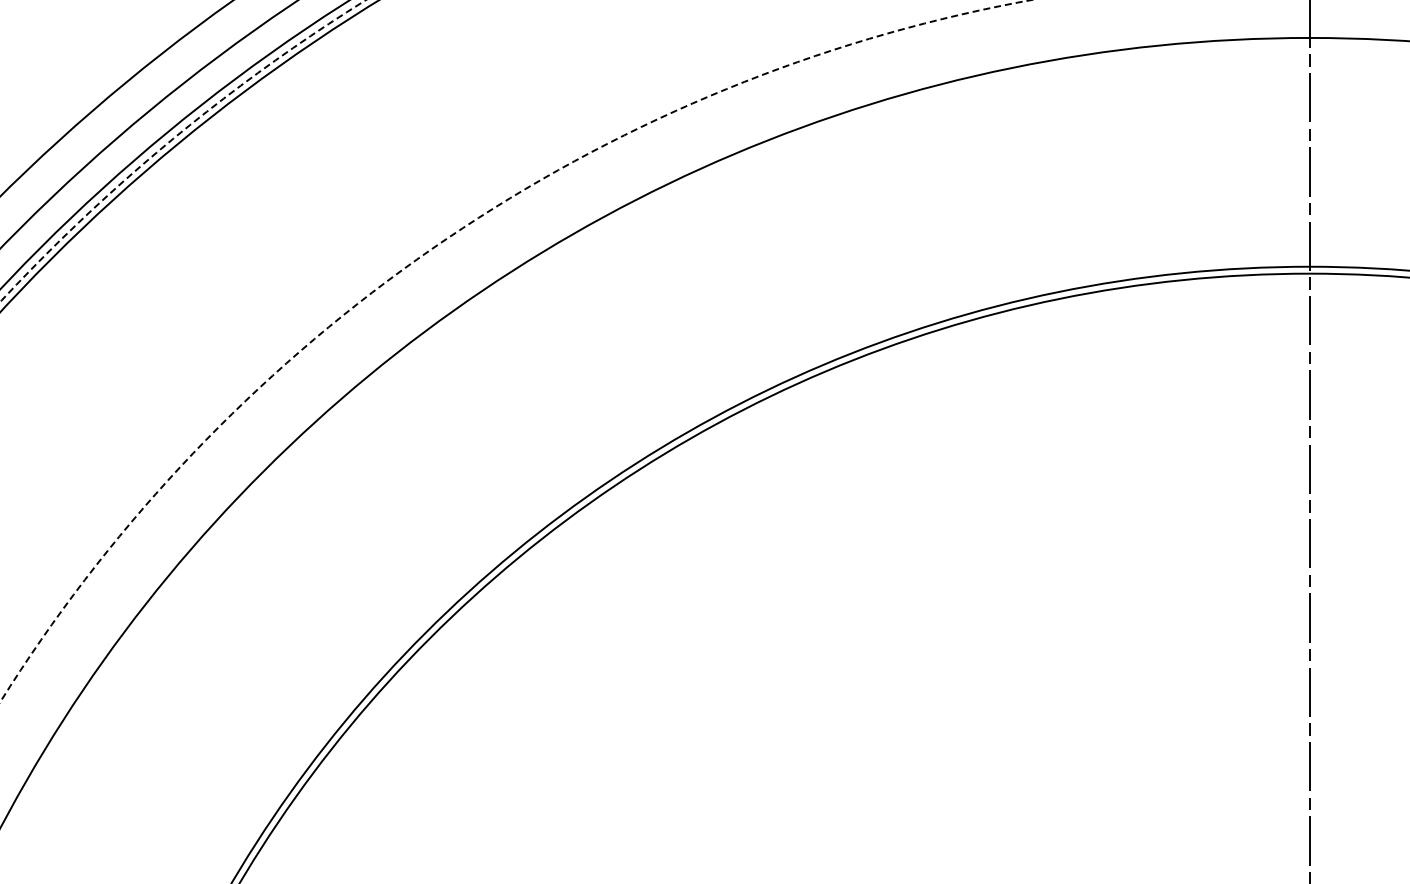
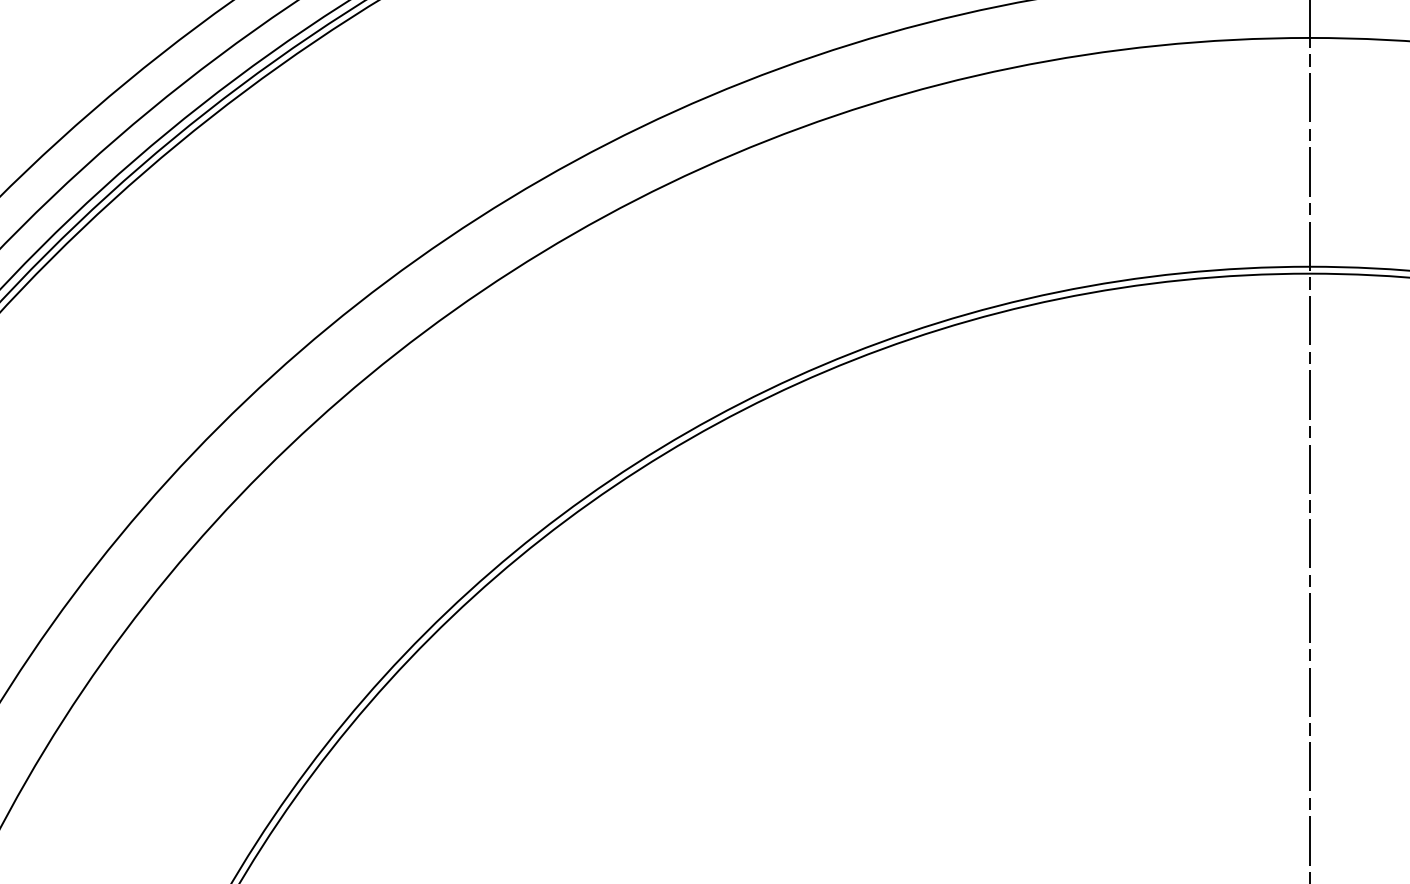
circle at (182, 151): dashed -> solid
circle at (515, 350): dashed -> solid
